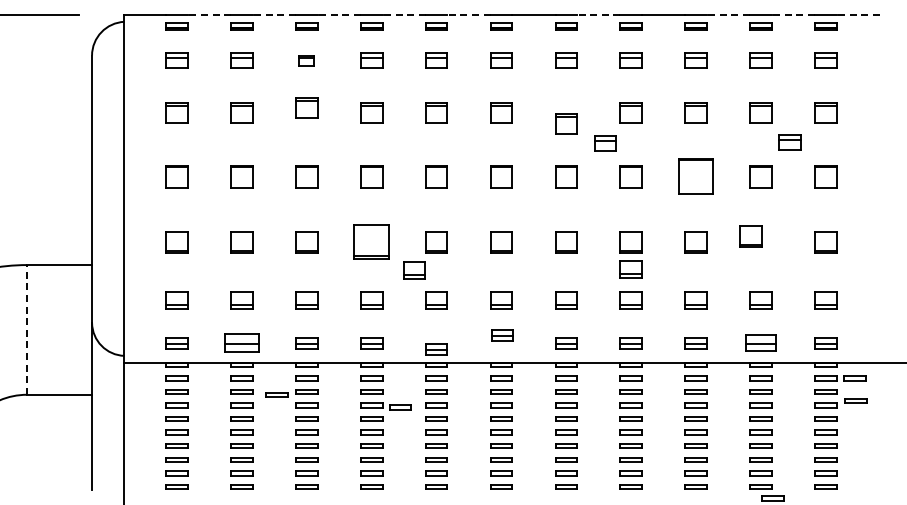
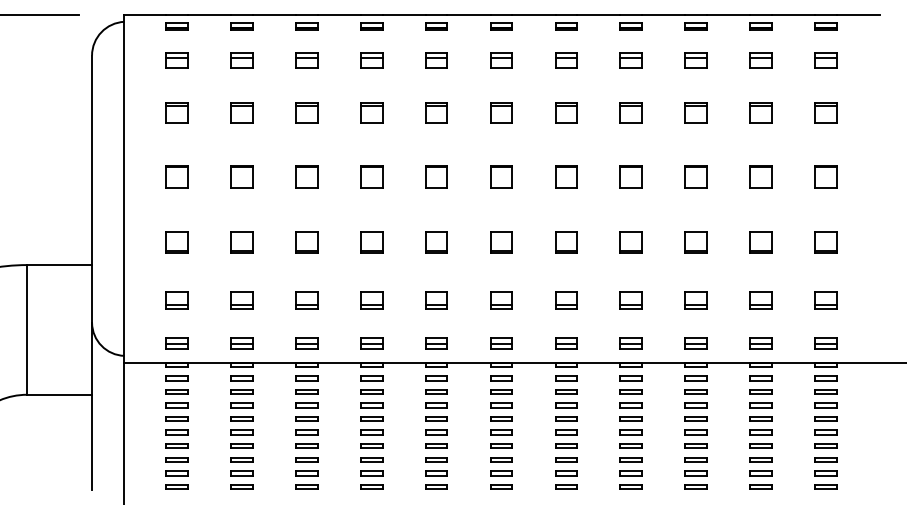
line at (209, 15): dashed -> solid
line at (274, 15): dashed -> solid
line at (339, 15): dashed -> solid
line at (404, 15): dashed -> solid
line at (469, 15): dashed -> solid
line at (598, 15): dashed -> solid
line at (728, 15): dashed -> solid
line at (793, 15): dashed -> solid
line at (858, 15): dashed -> solid
part at (306, 60) size: 17x12 px -> 24x17 px
part at (306, 107) position: (306, 107) -> (306, 112)
part at (566, 123) position: (566, 123) -> (566, 112)
part at (789, 142): present -> none
part at (605, 143): present -> none
part at (695, 176) size: 36x37 px -> 24x24 px
part at (750, 236) position: (750, 236) -> (760, 242)
part at (371, 241) size: 37x36 px -> 24x23 px
part at (630, 269): present -> none
part at (414, 270): present -> none
line at (27, 329): dashed -> solid
part at (502, 335) position: (502, 335) -> (501, 343)
part at (241, 342) size: 36x20 px -> 24x13 px
part at (760, 342) size: 32x18 px -> 24x13 px
part at (436, 349) position: (436, 349) -> (436, 343)
part at (854, 378): present -> none
part at (276, 394): present -> none
part at (855, 400): present -> none
part at (400, 407): present -> none
part at (772, 498): present -> none
